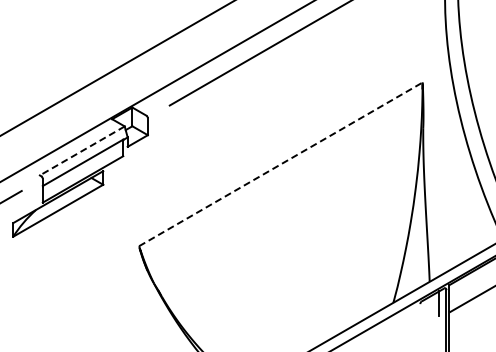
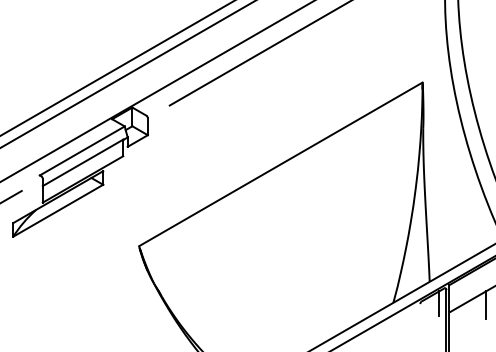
line at (127, 74): none -> present
line at (82, 150): dashed -> solid
line at (280, 164): dashed -> solid
line at (486, 305): none -> present
